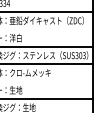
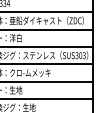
line at (47, 29): none -> present
line at (47, 81): none -> present
